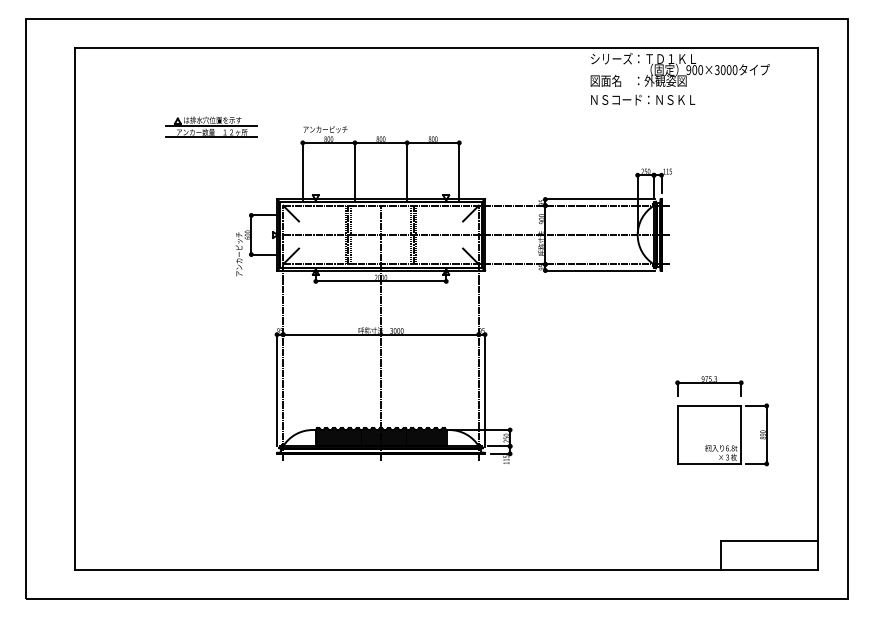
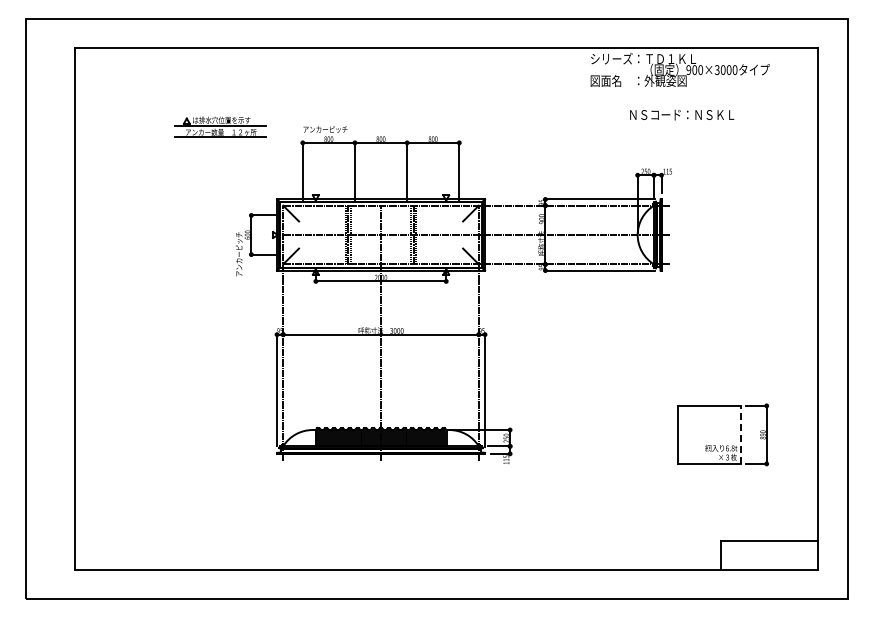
text at (643, 99) position: (643, 99) -> (682, 114)
part at (211, 126) position: (211, 126) -> (220, 126)
part at (709, 386): present -> none
line at (741, 434): solid -> dashed
